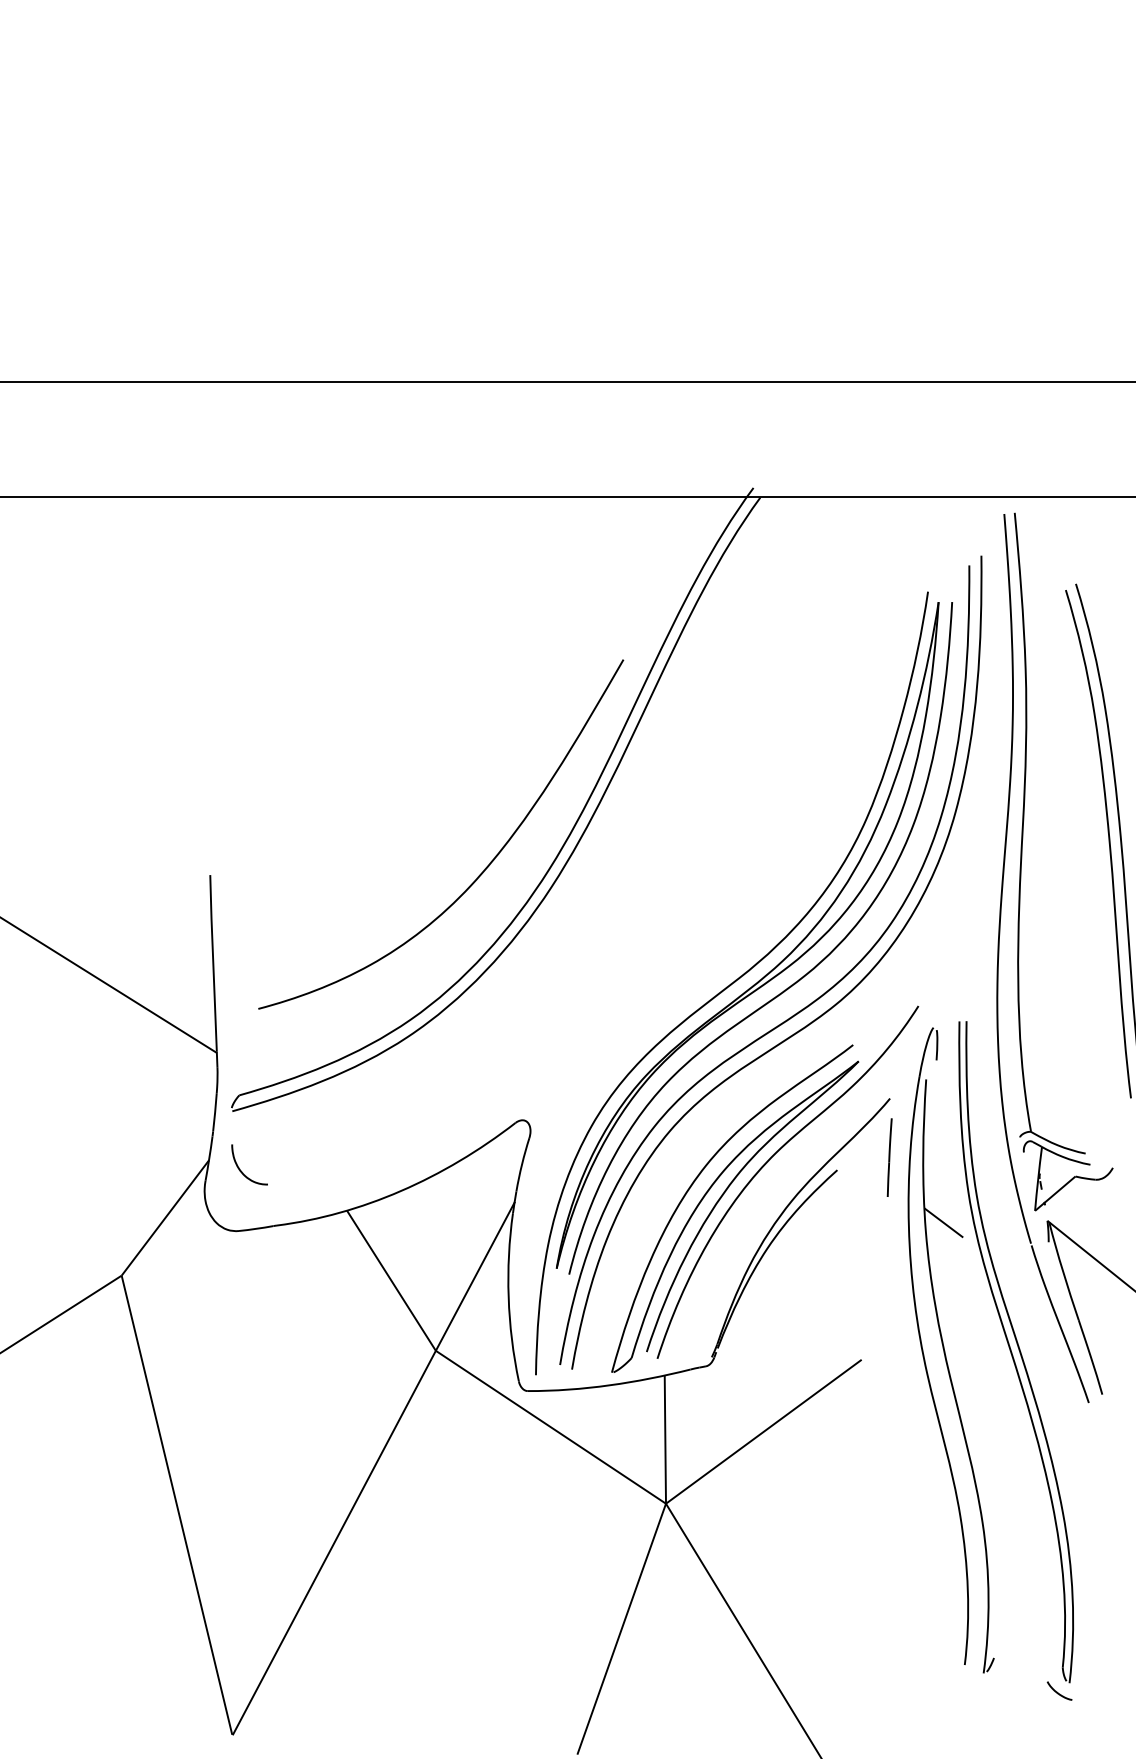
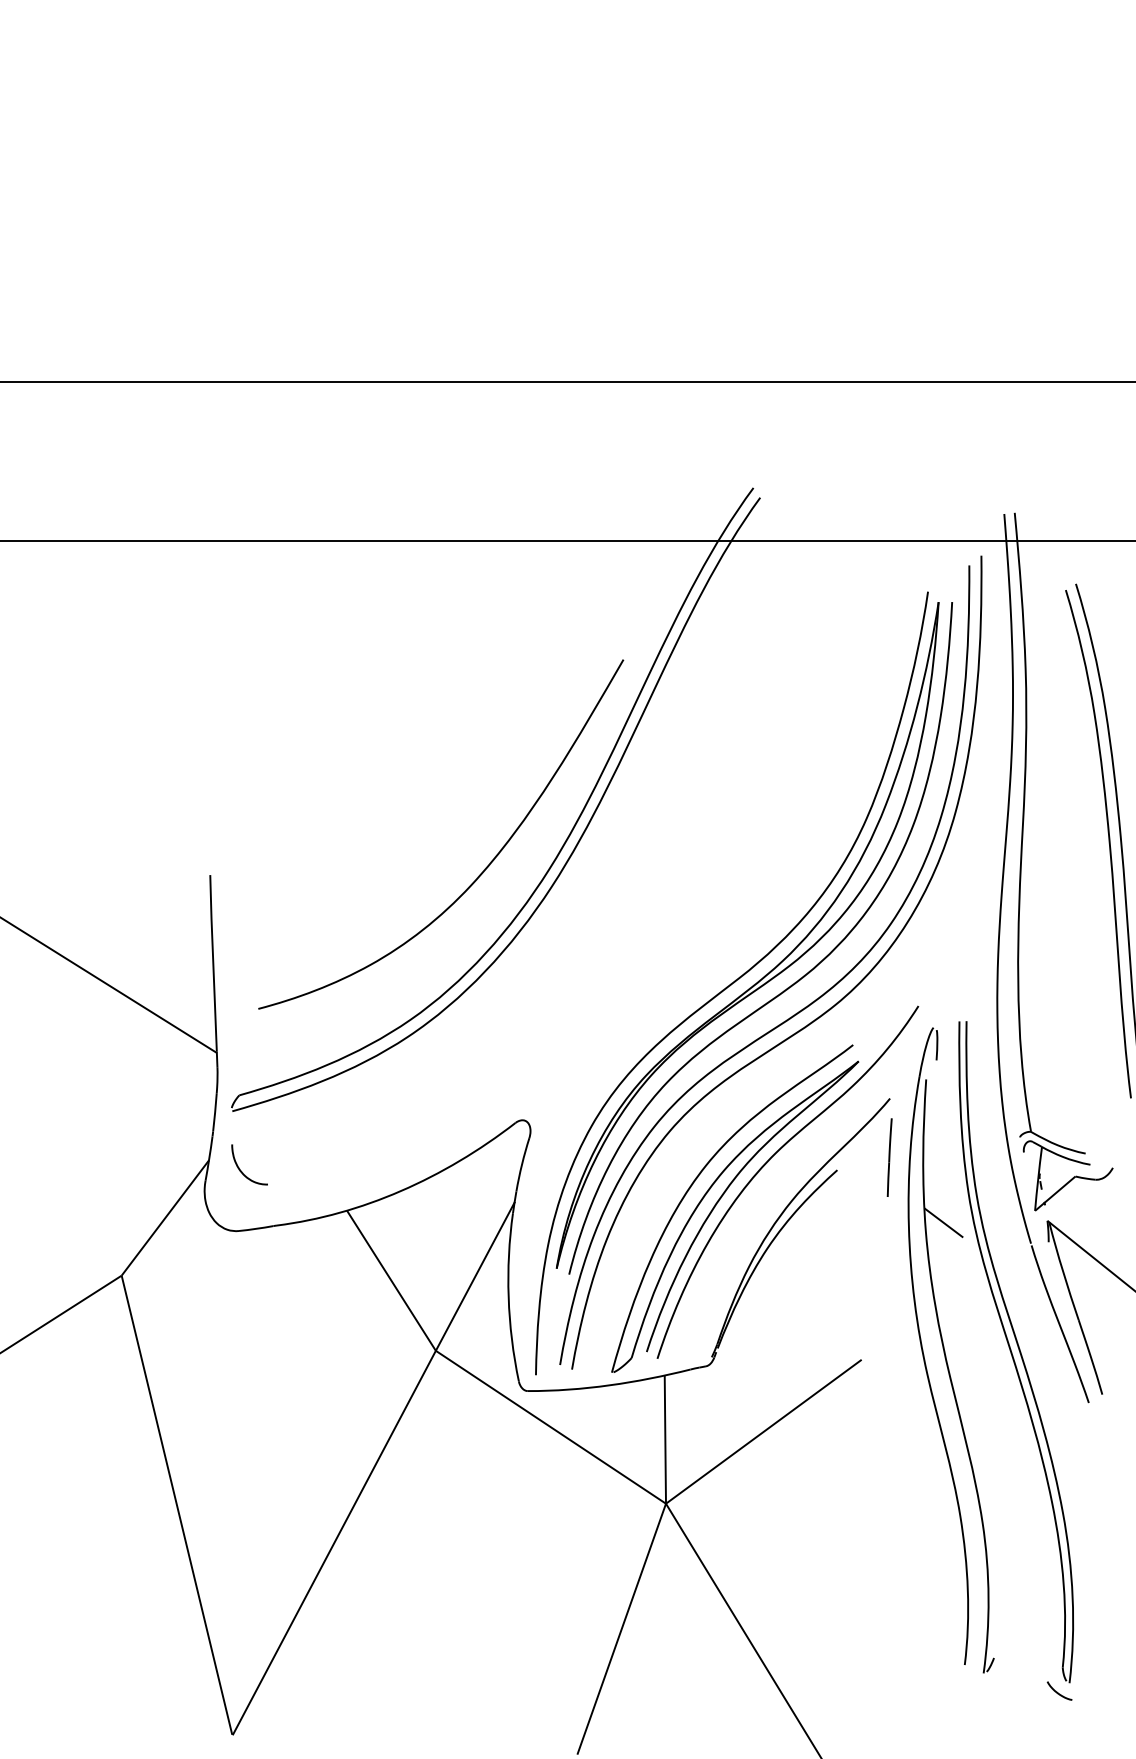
line at (567, 496) position: (567, 496) -> (567, 540)
